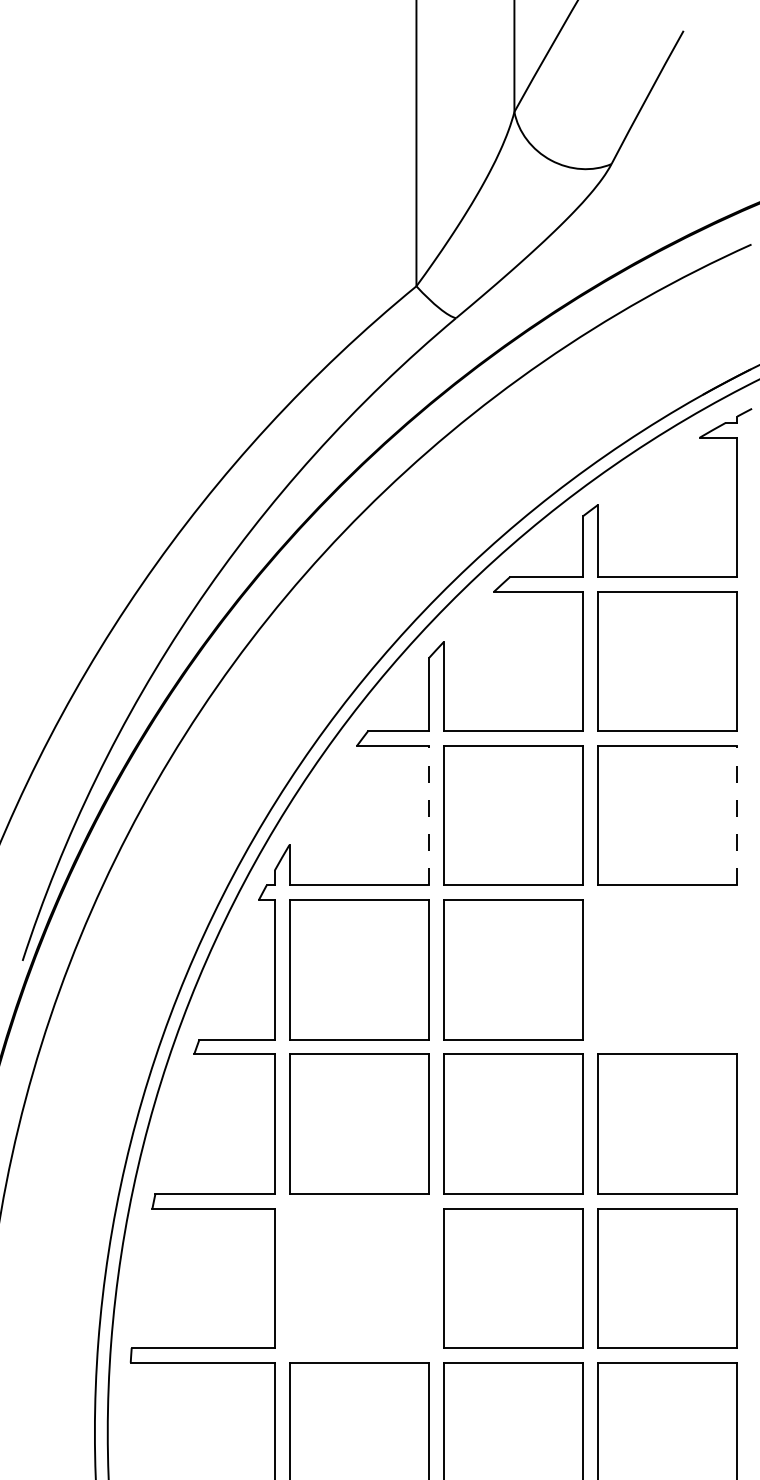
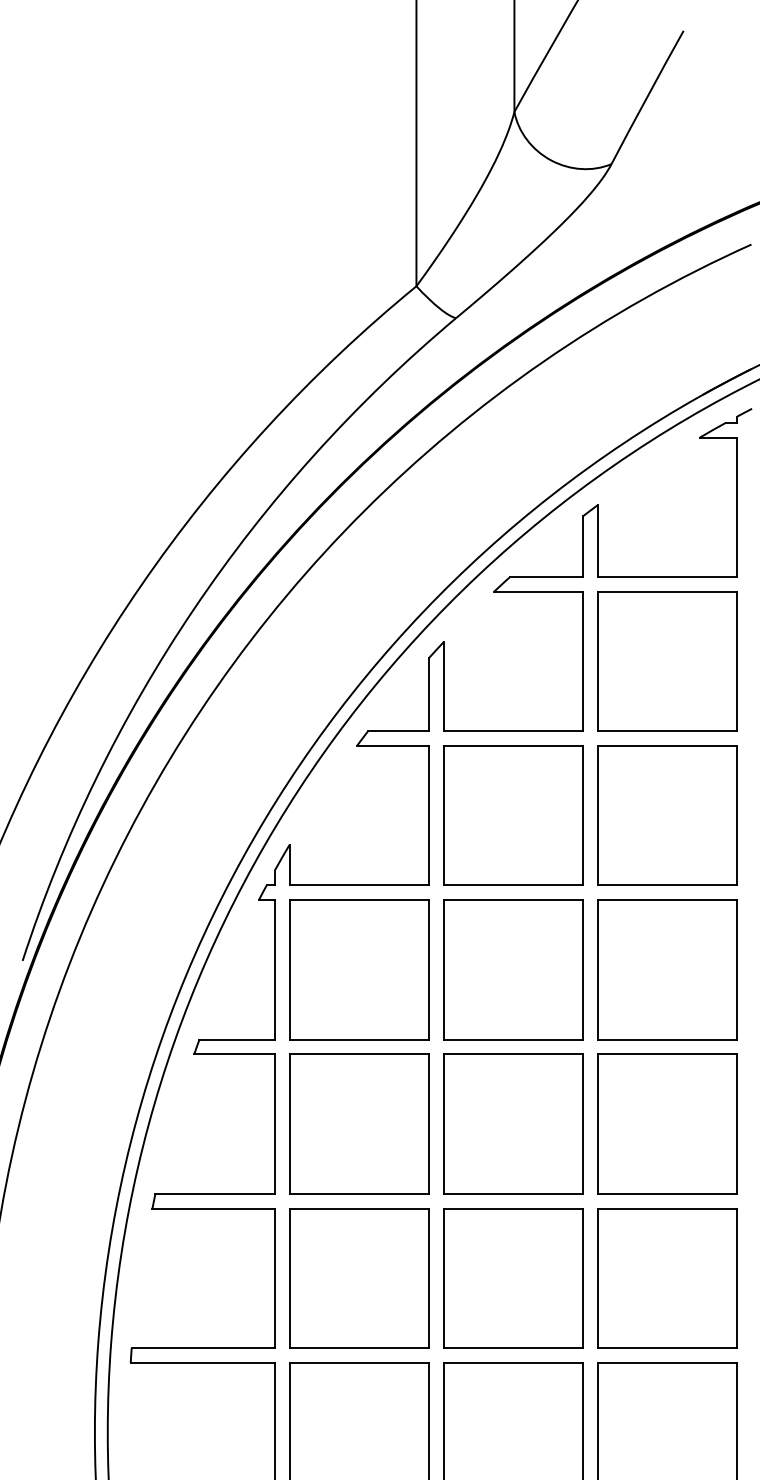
line at (428, 815): dashed -> solid
line at (737, 815): dashed -> solid
part at (667, 969): none -> present
part at (359, 1278): none -> present
